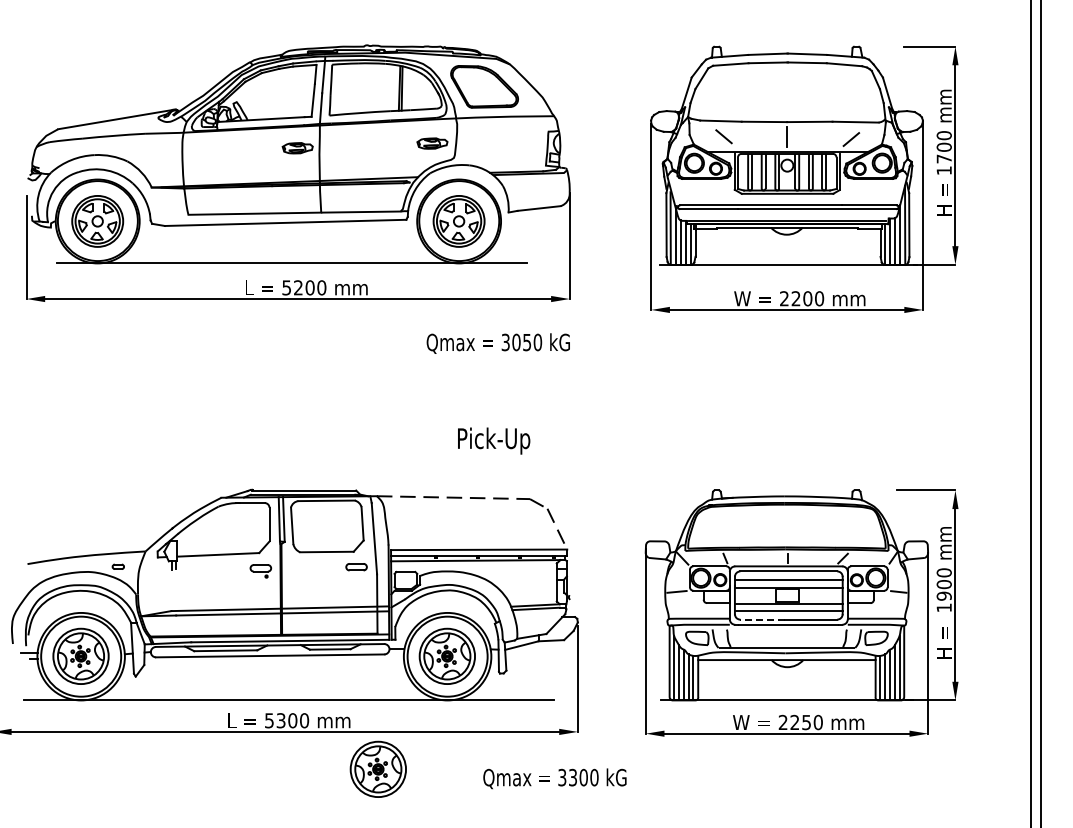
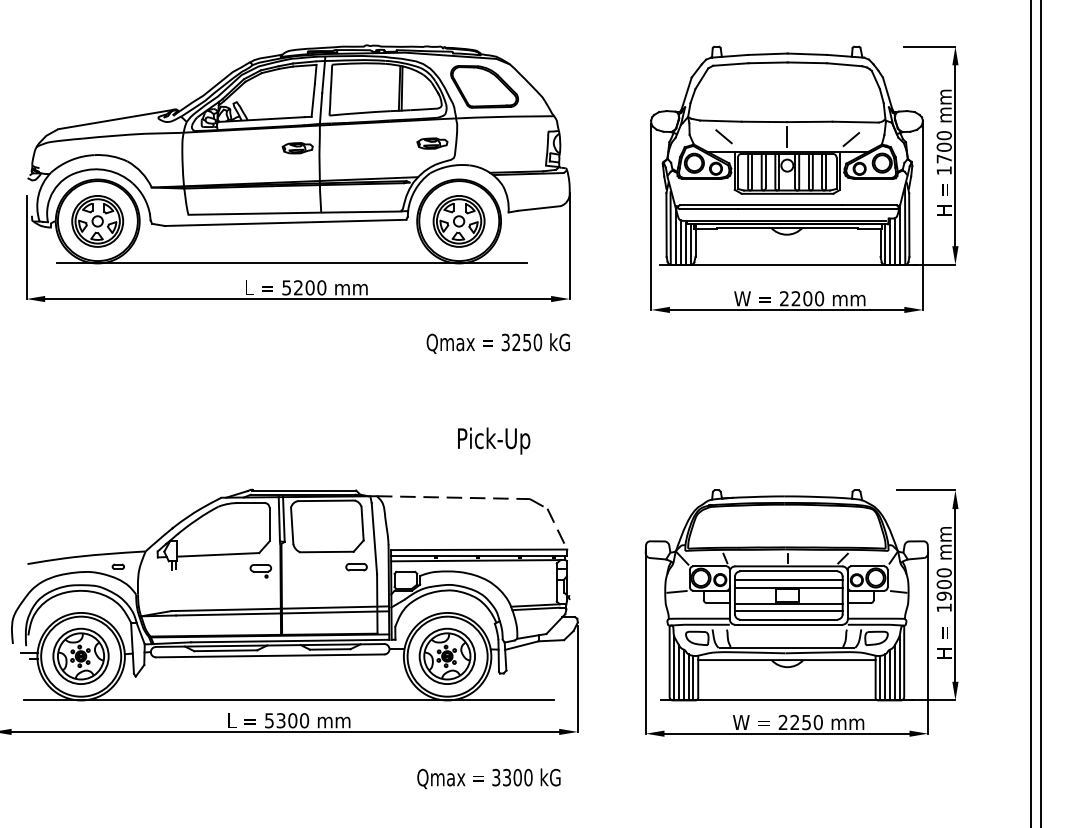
text at (516, 342): 3050 -> 3250
line at (762, 619): dashed -> solid
part at (377, 768): present -> none
text at (554, 778) position: (554, 778) -> (488, 778)
